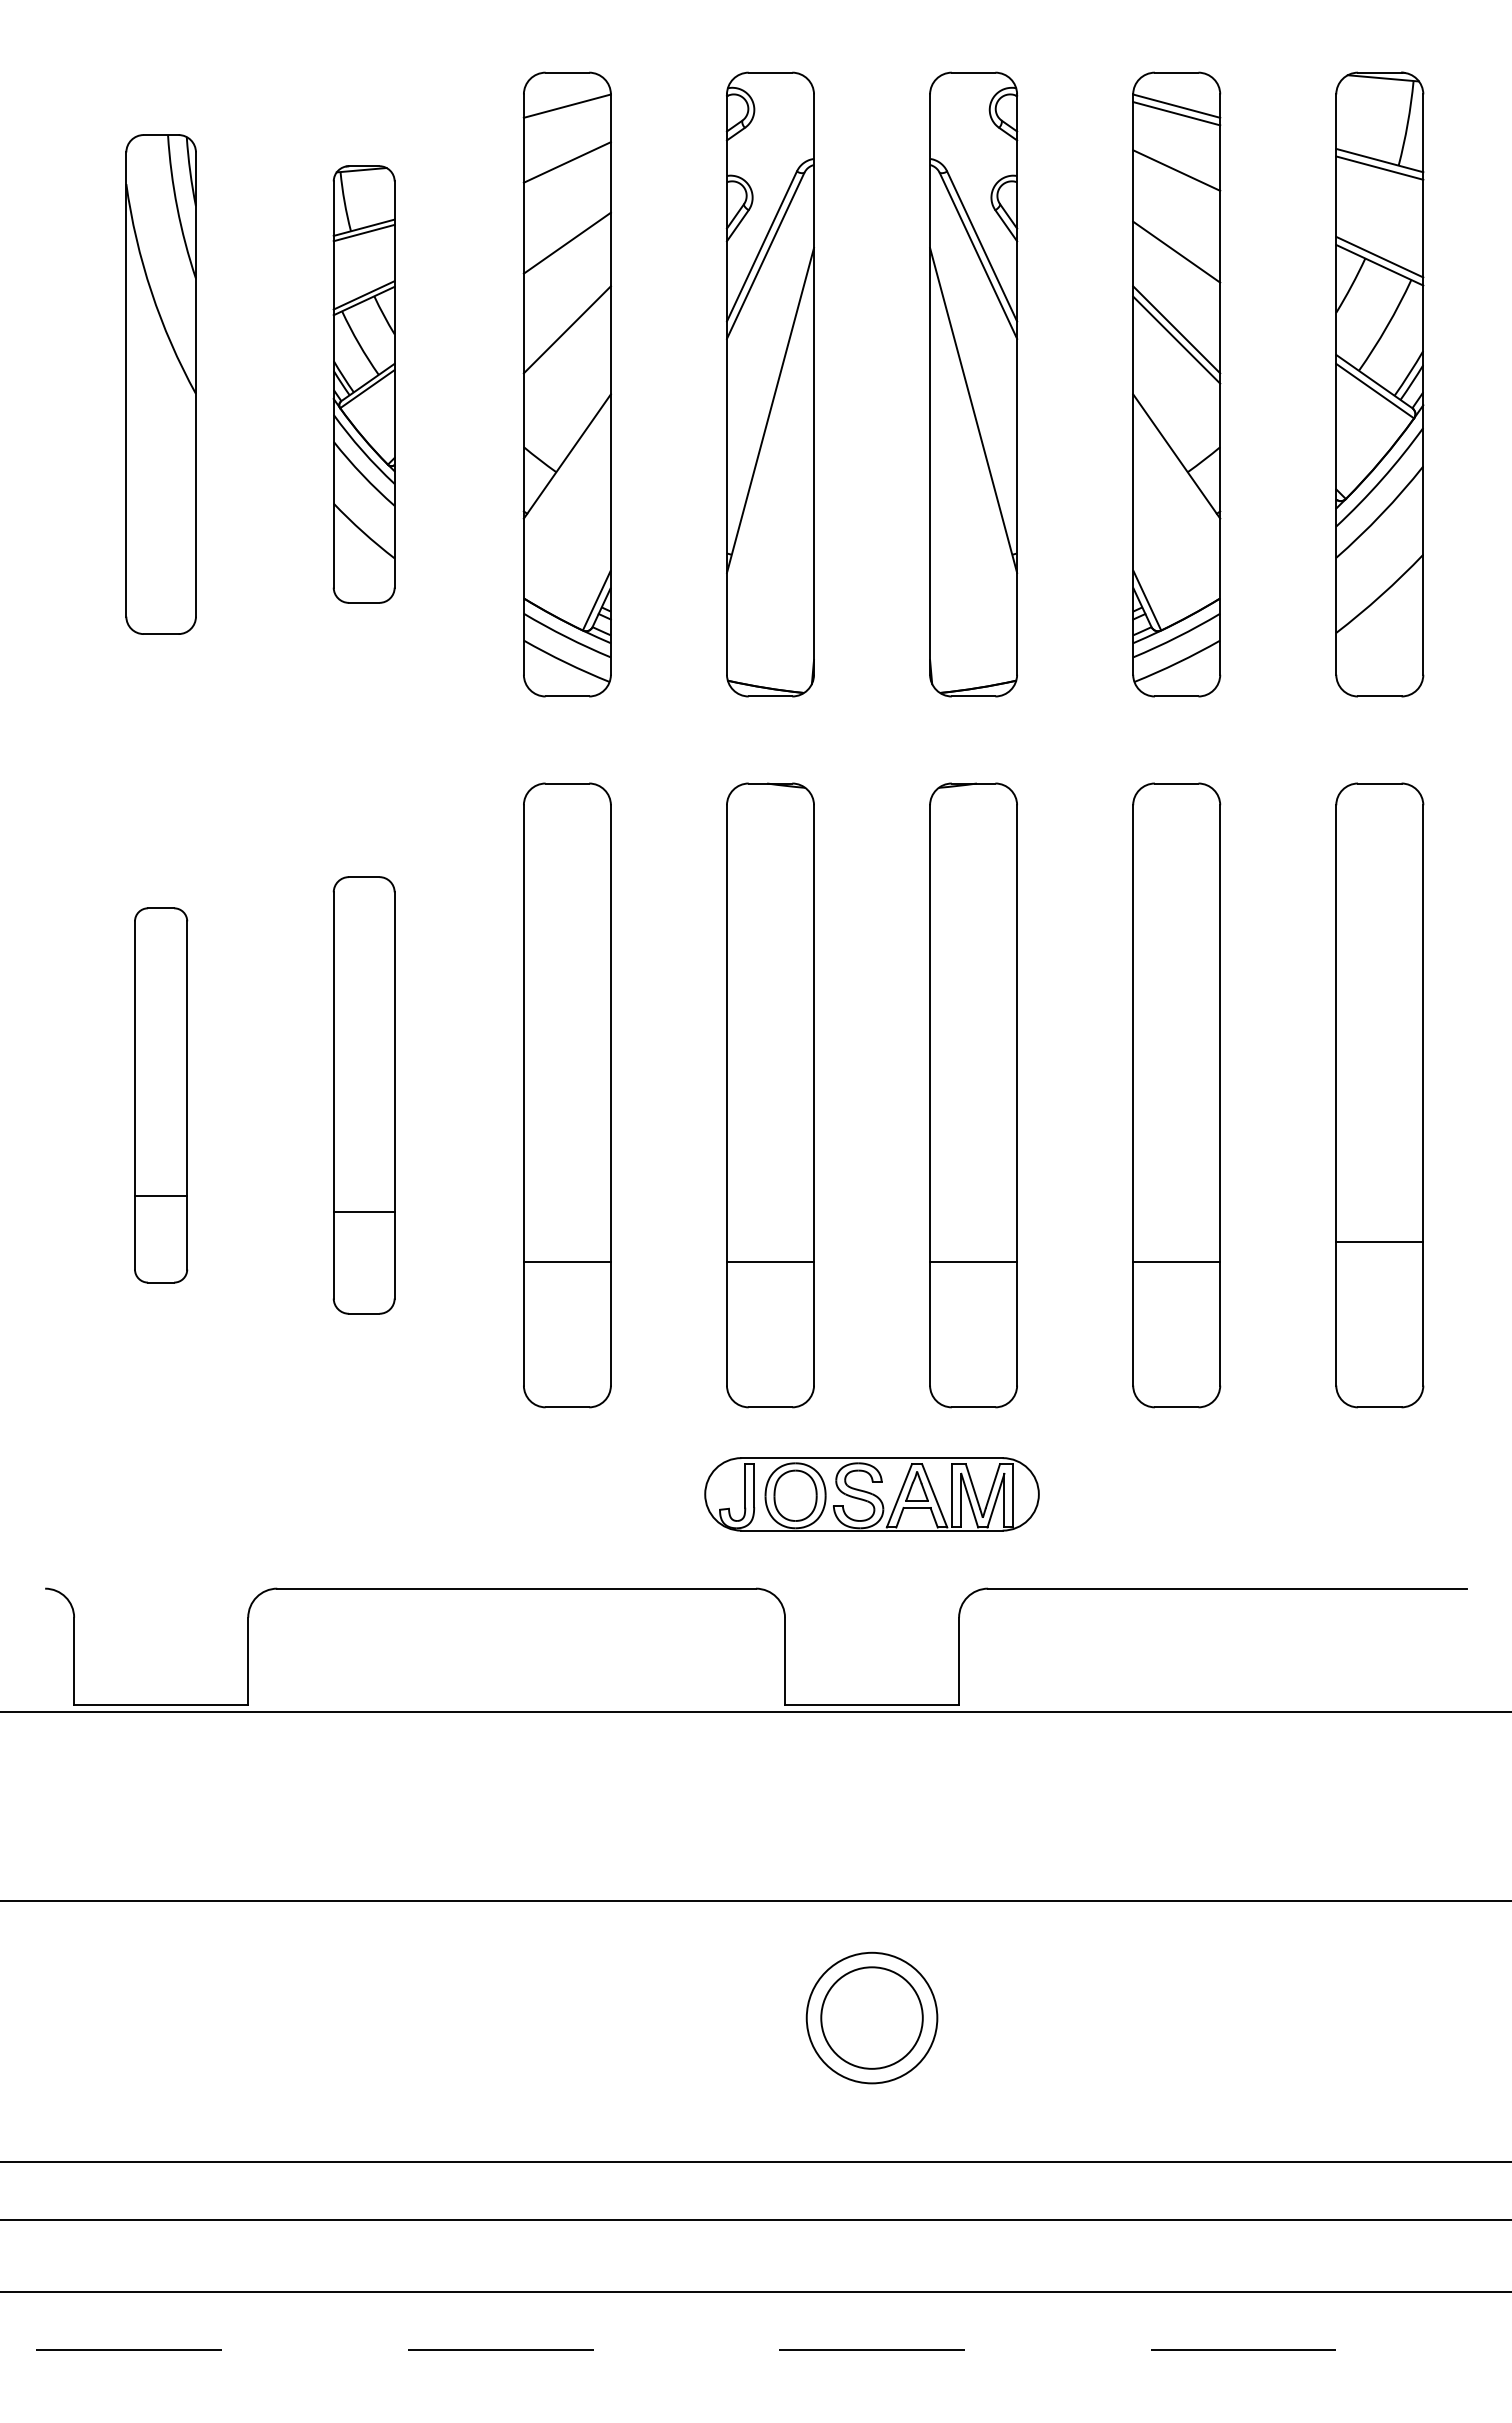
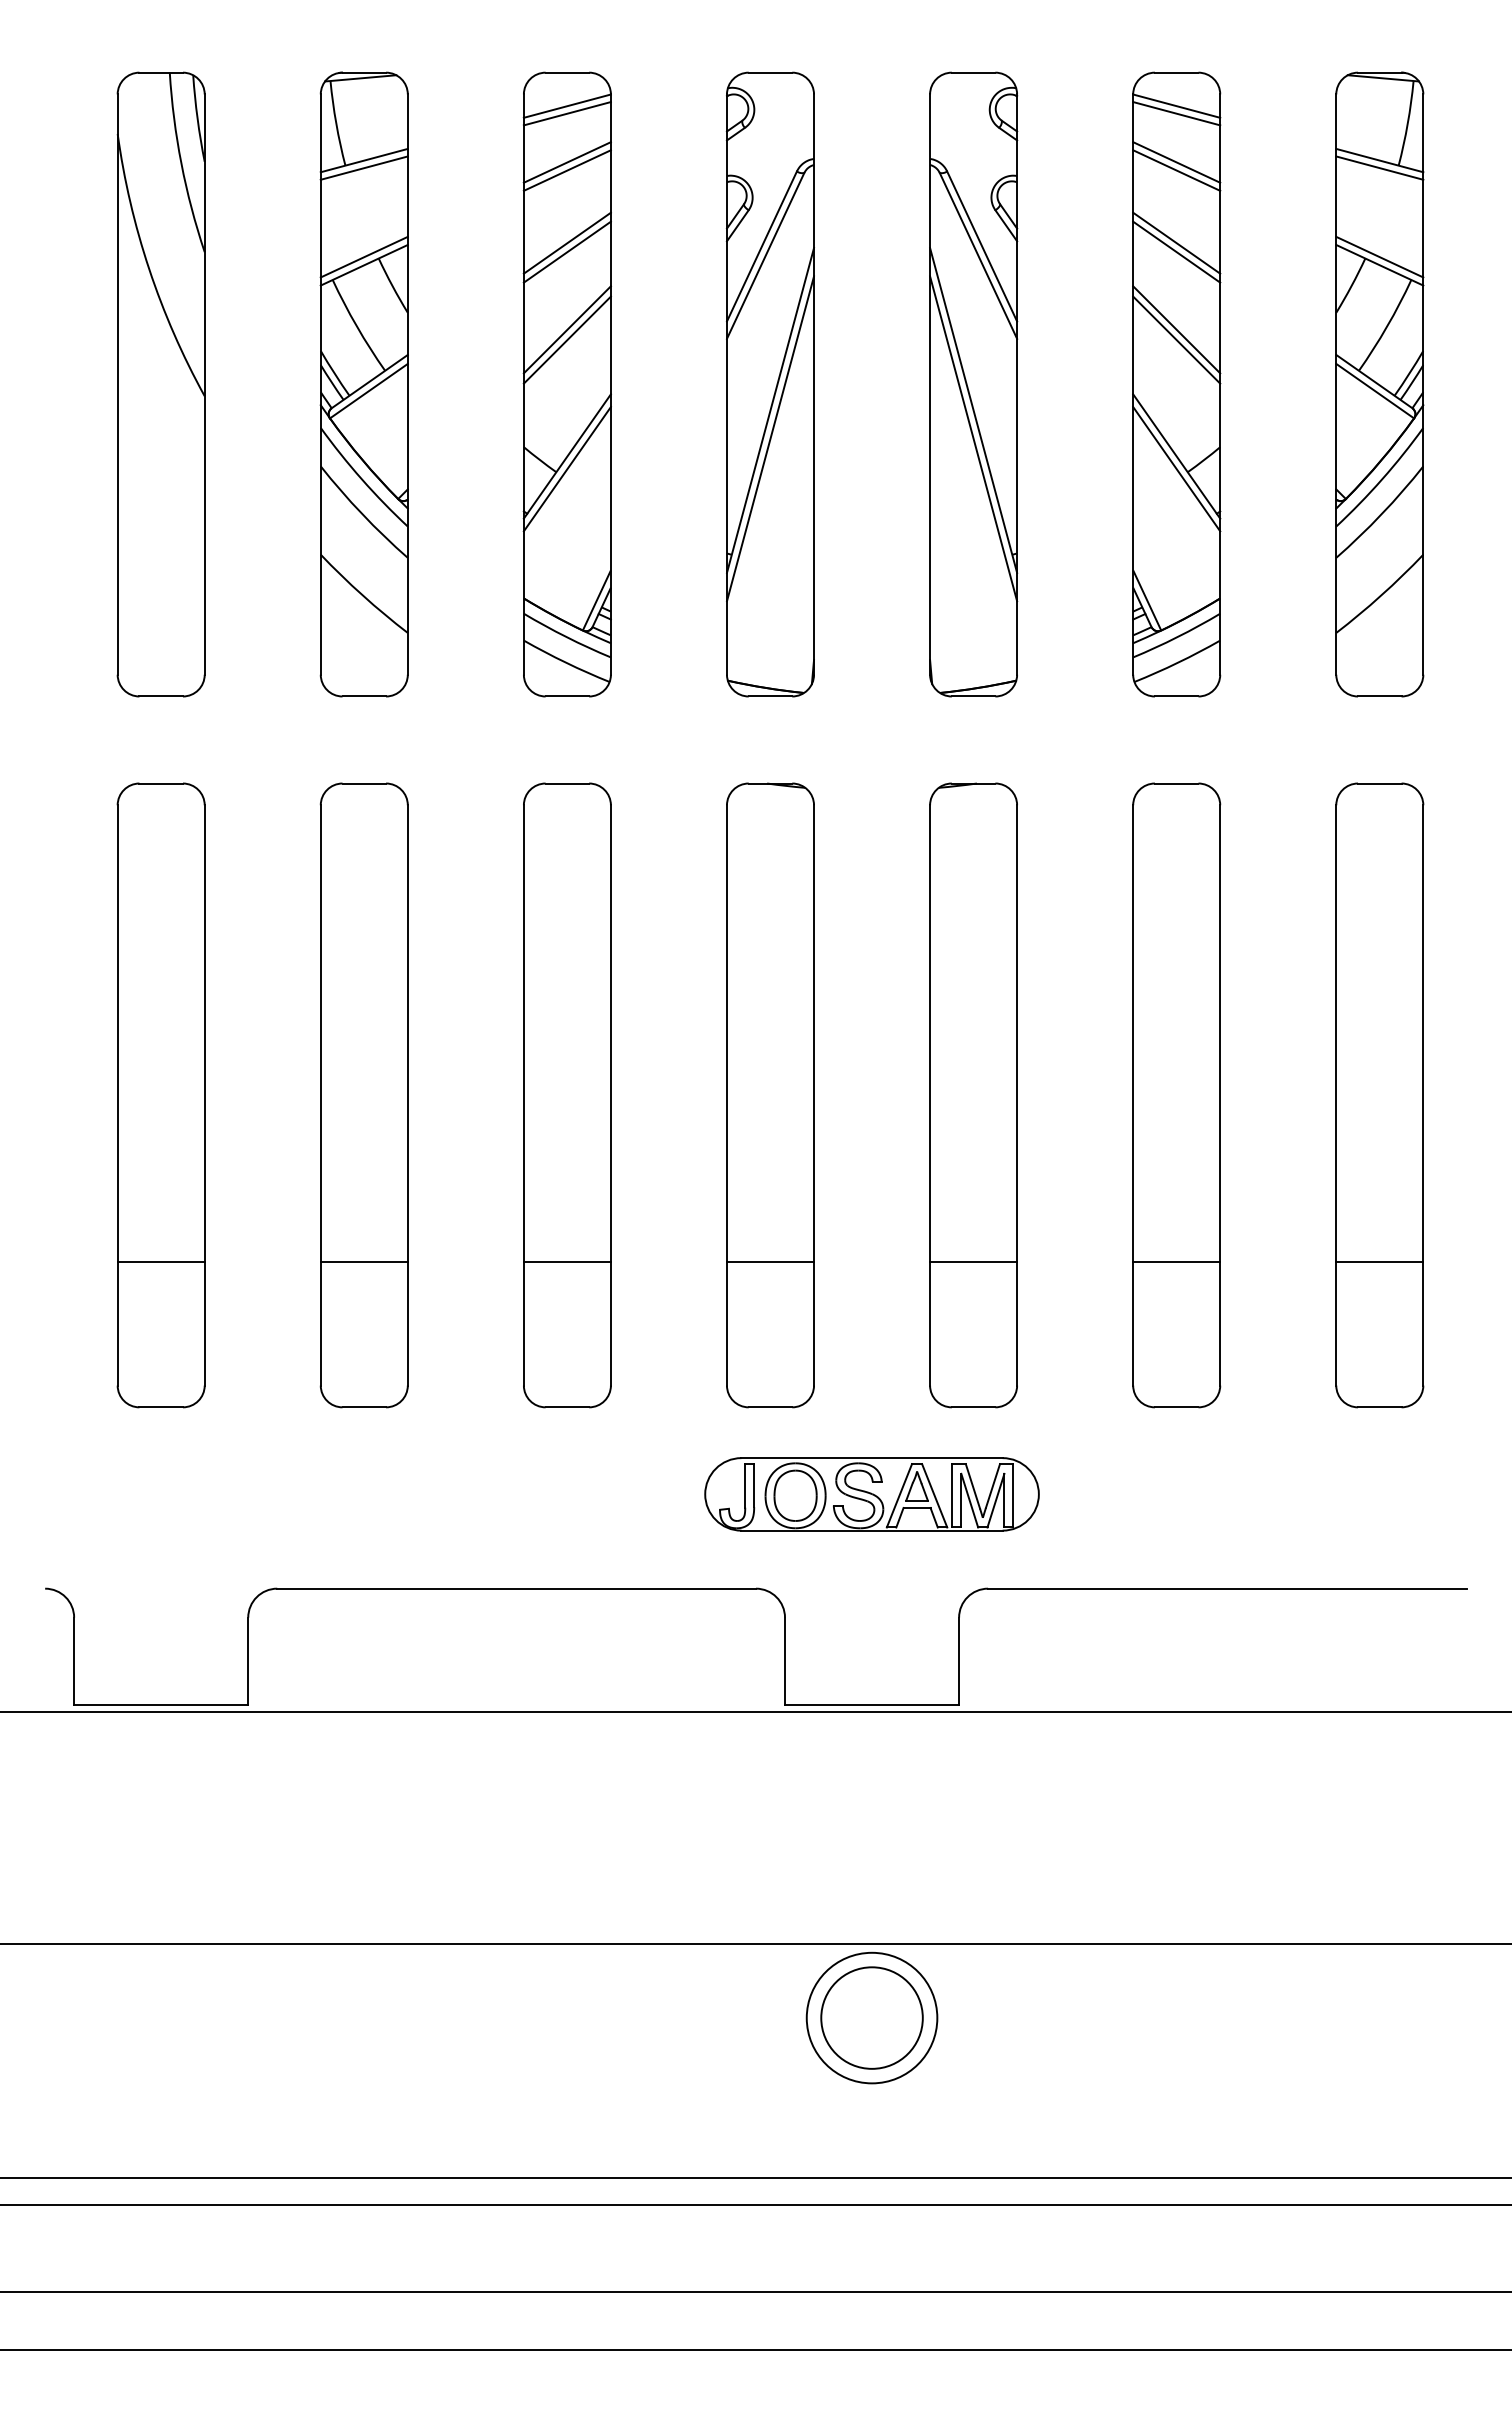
line at (566, 113): none -> present
line at (1176, 162): none -> present
line at (566, 170): none -> present
line at (1176, 242): none -> present
line at (566, 251): none -> present
line at (566, 339): none -> present
part at (160, 384) size: 72x501 px -> 90x627 px
part at (363, 384) size: 64x439 px -> 90x627 px
line at (770, 438): none -> present
line at (973, 438): none -> present
line at (566, 469): none -> present
line at (1176, 469): none -> present
part at (161, 1095) size: 55x377 px -> 90x627 px
part at (363, 1095) size: 64x439 px -> 90x627 px
line at (1379, 1242) position: (1379, 1242) -> (1379, 1262)
line at (755, 1901) position: (755, 1901) -> (755, 1944)
line at (755, 2161) position: (755, 2161) -> (755, 2177)
line at (755, 2220) position: (755, 2220) -> (755, 2205)
line at (755, 2350): dashed -> solid
